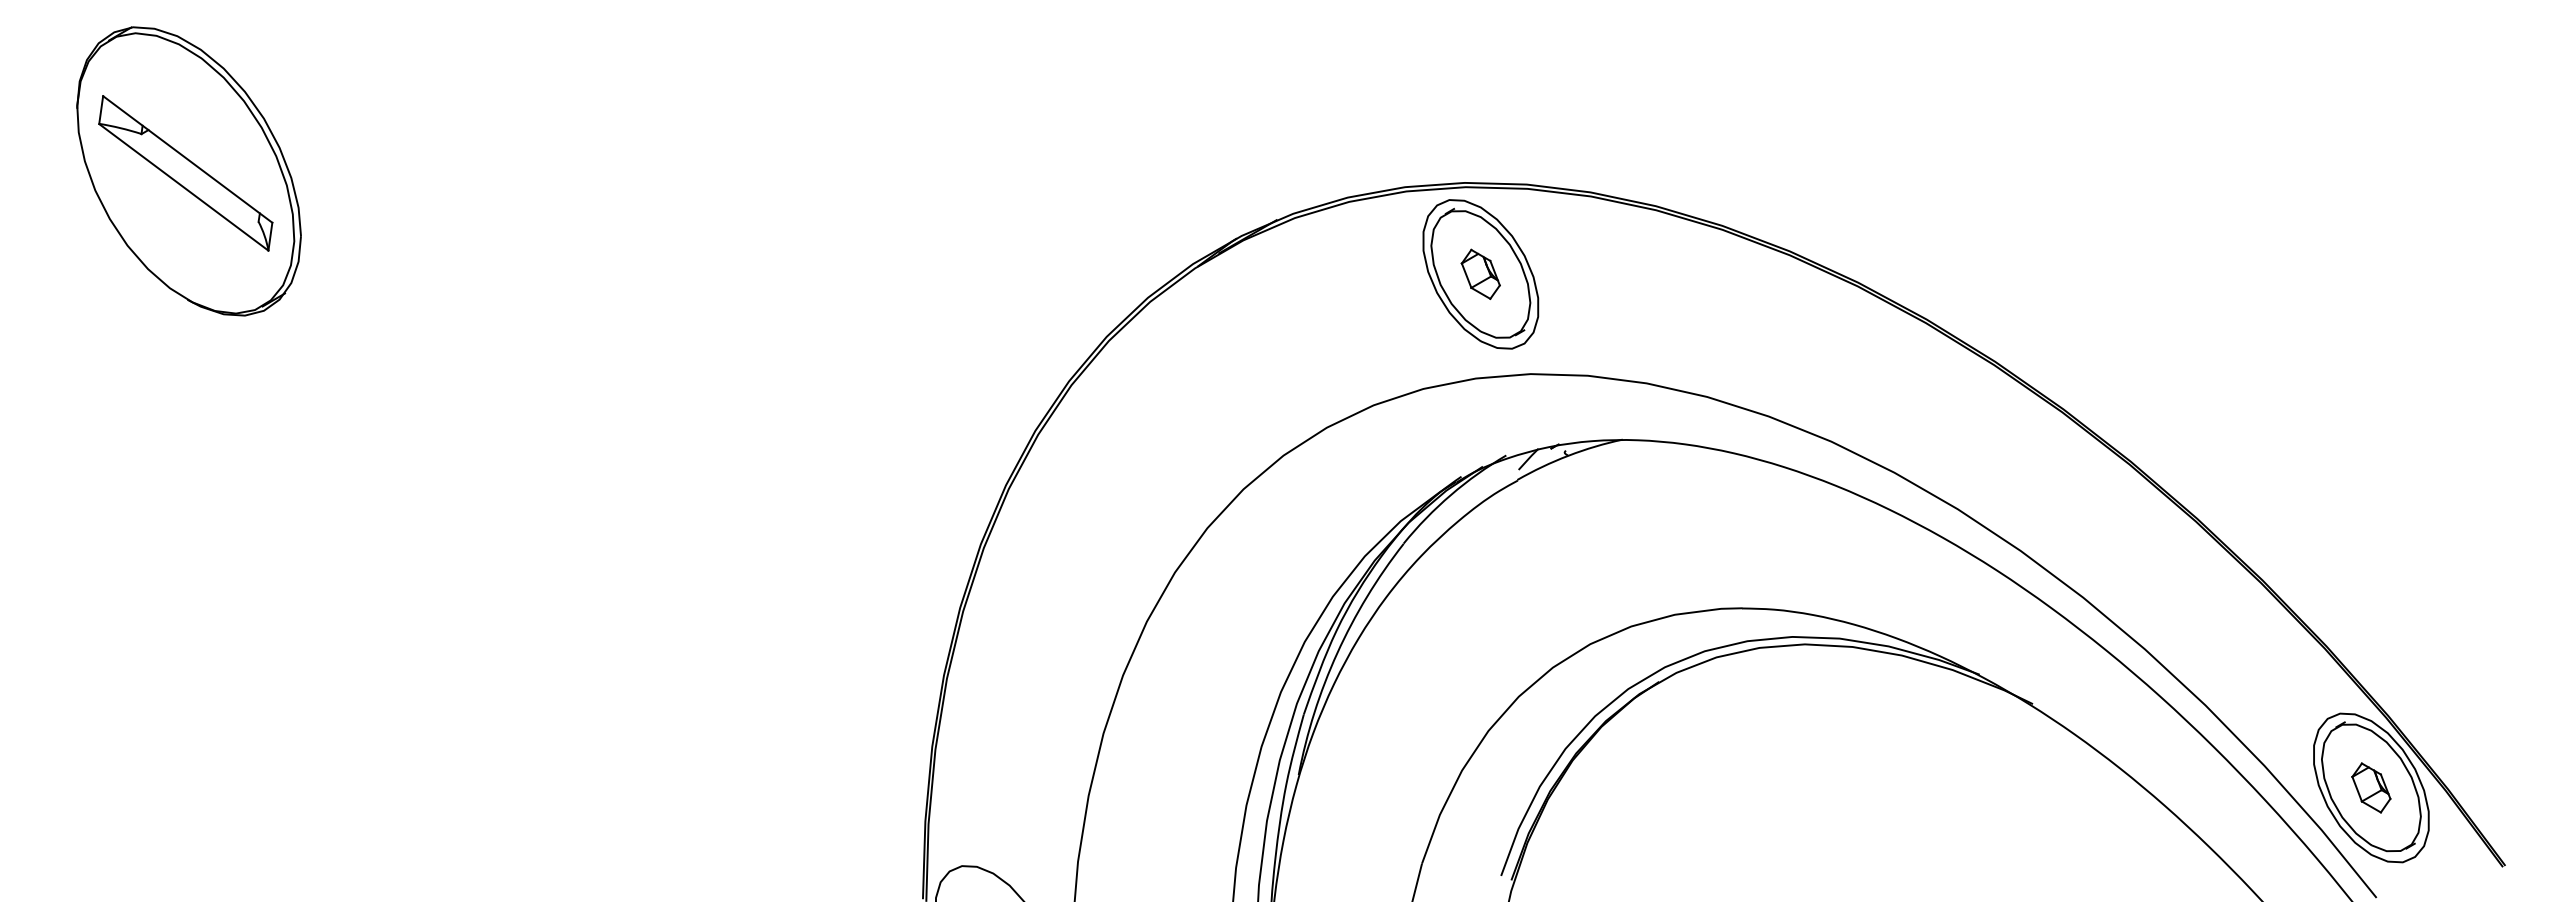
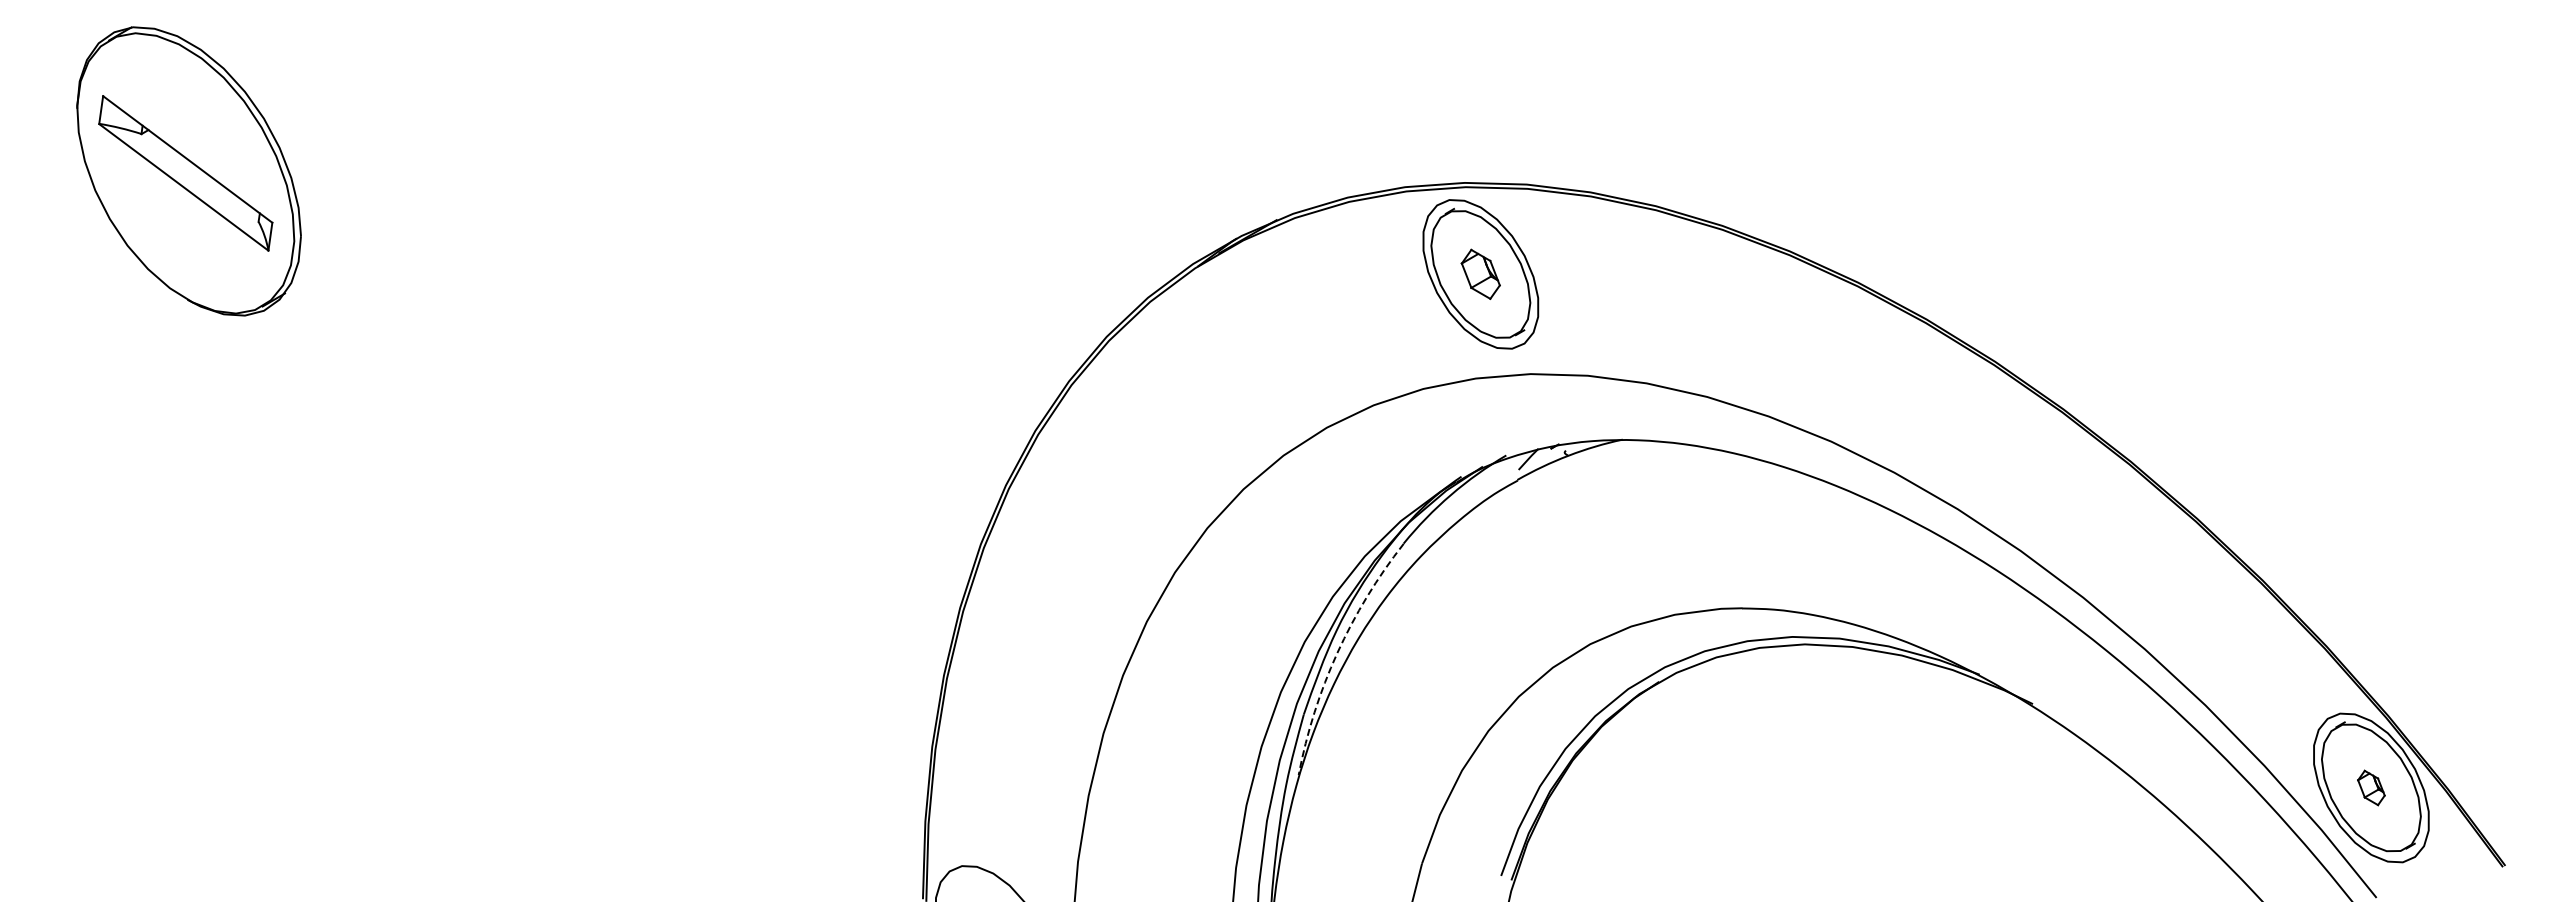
arc at (1337, 653): solid -> dashed
part at (2371, 787) size: 41x52 px -> 29x38 px
